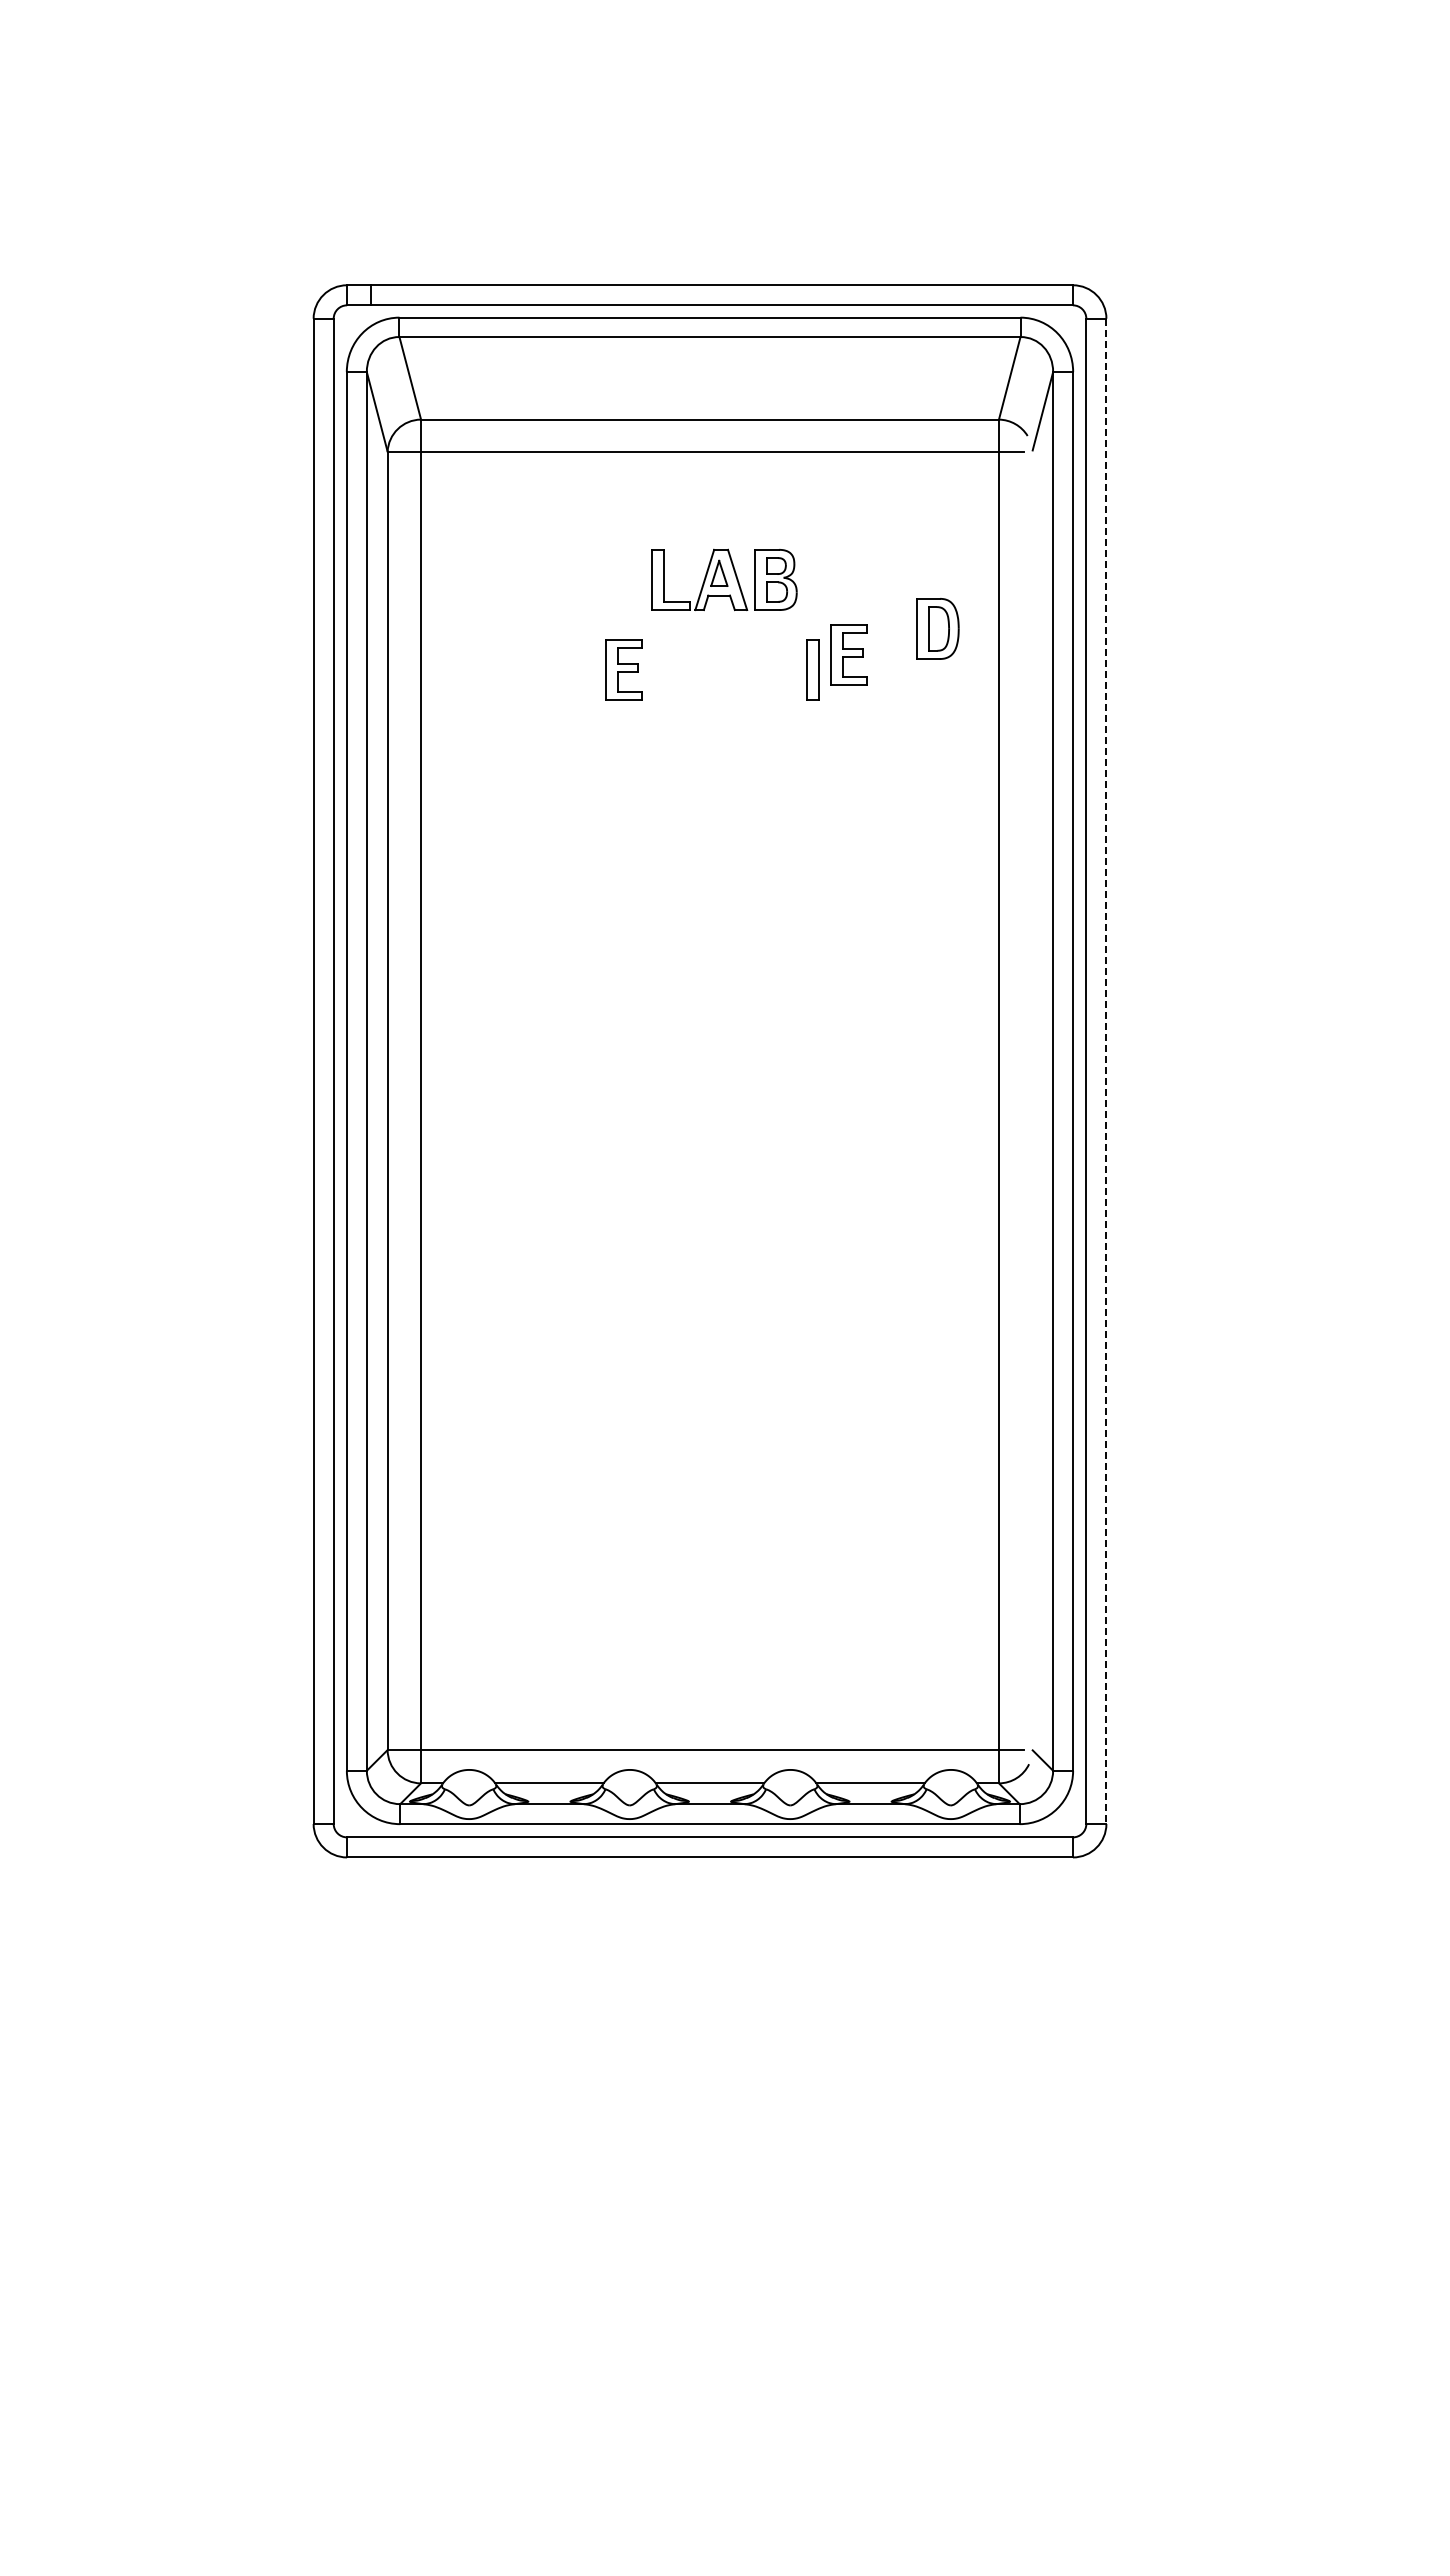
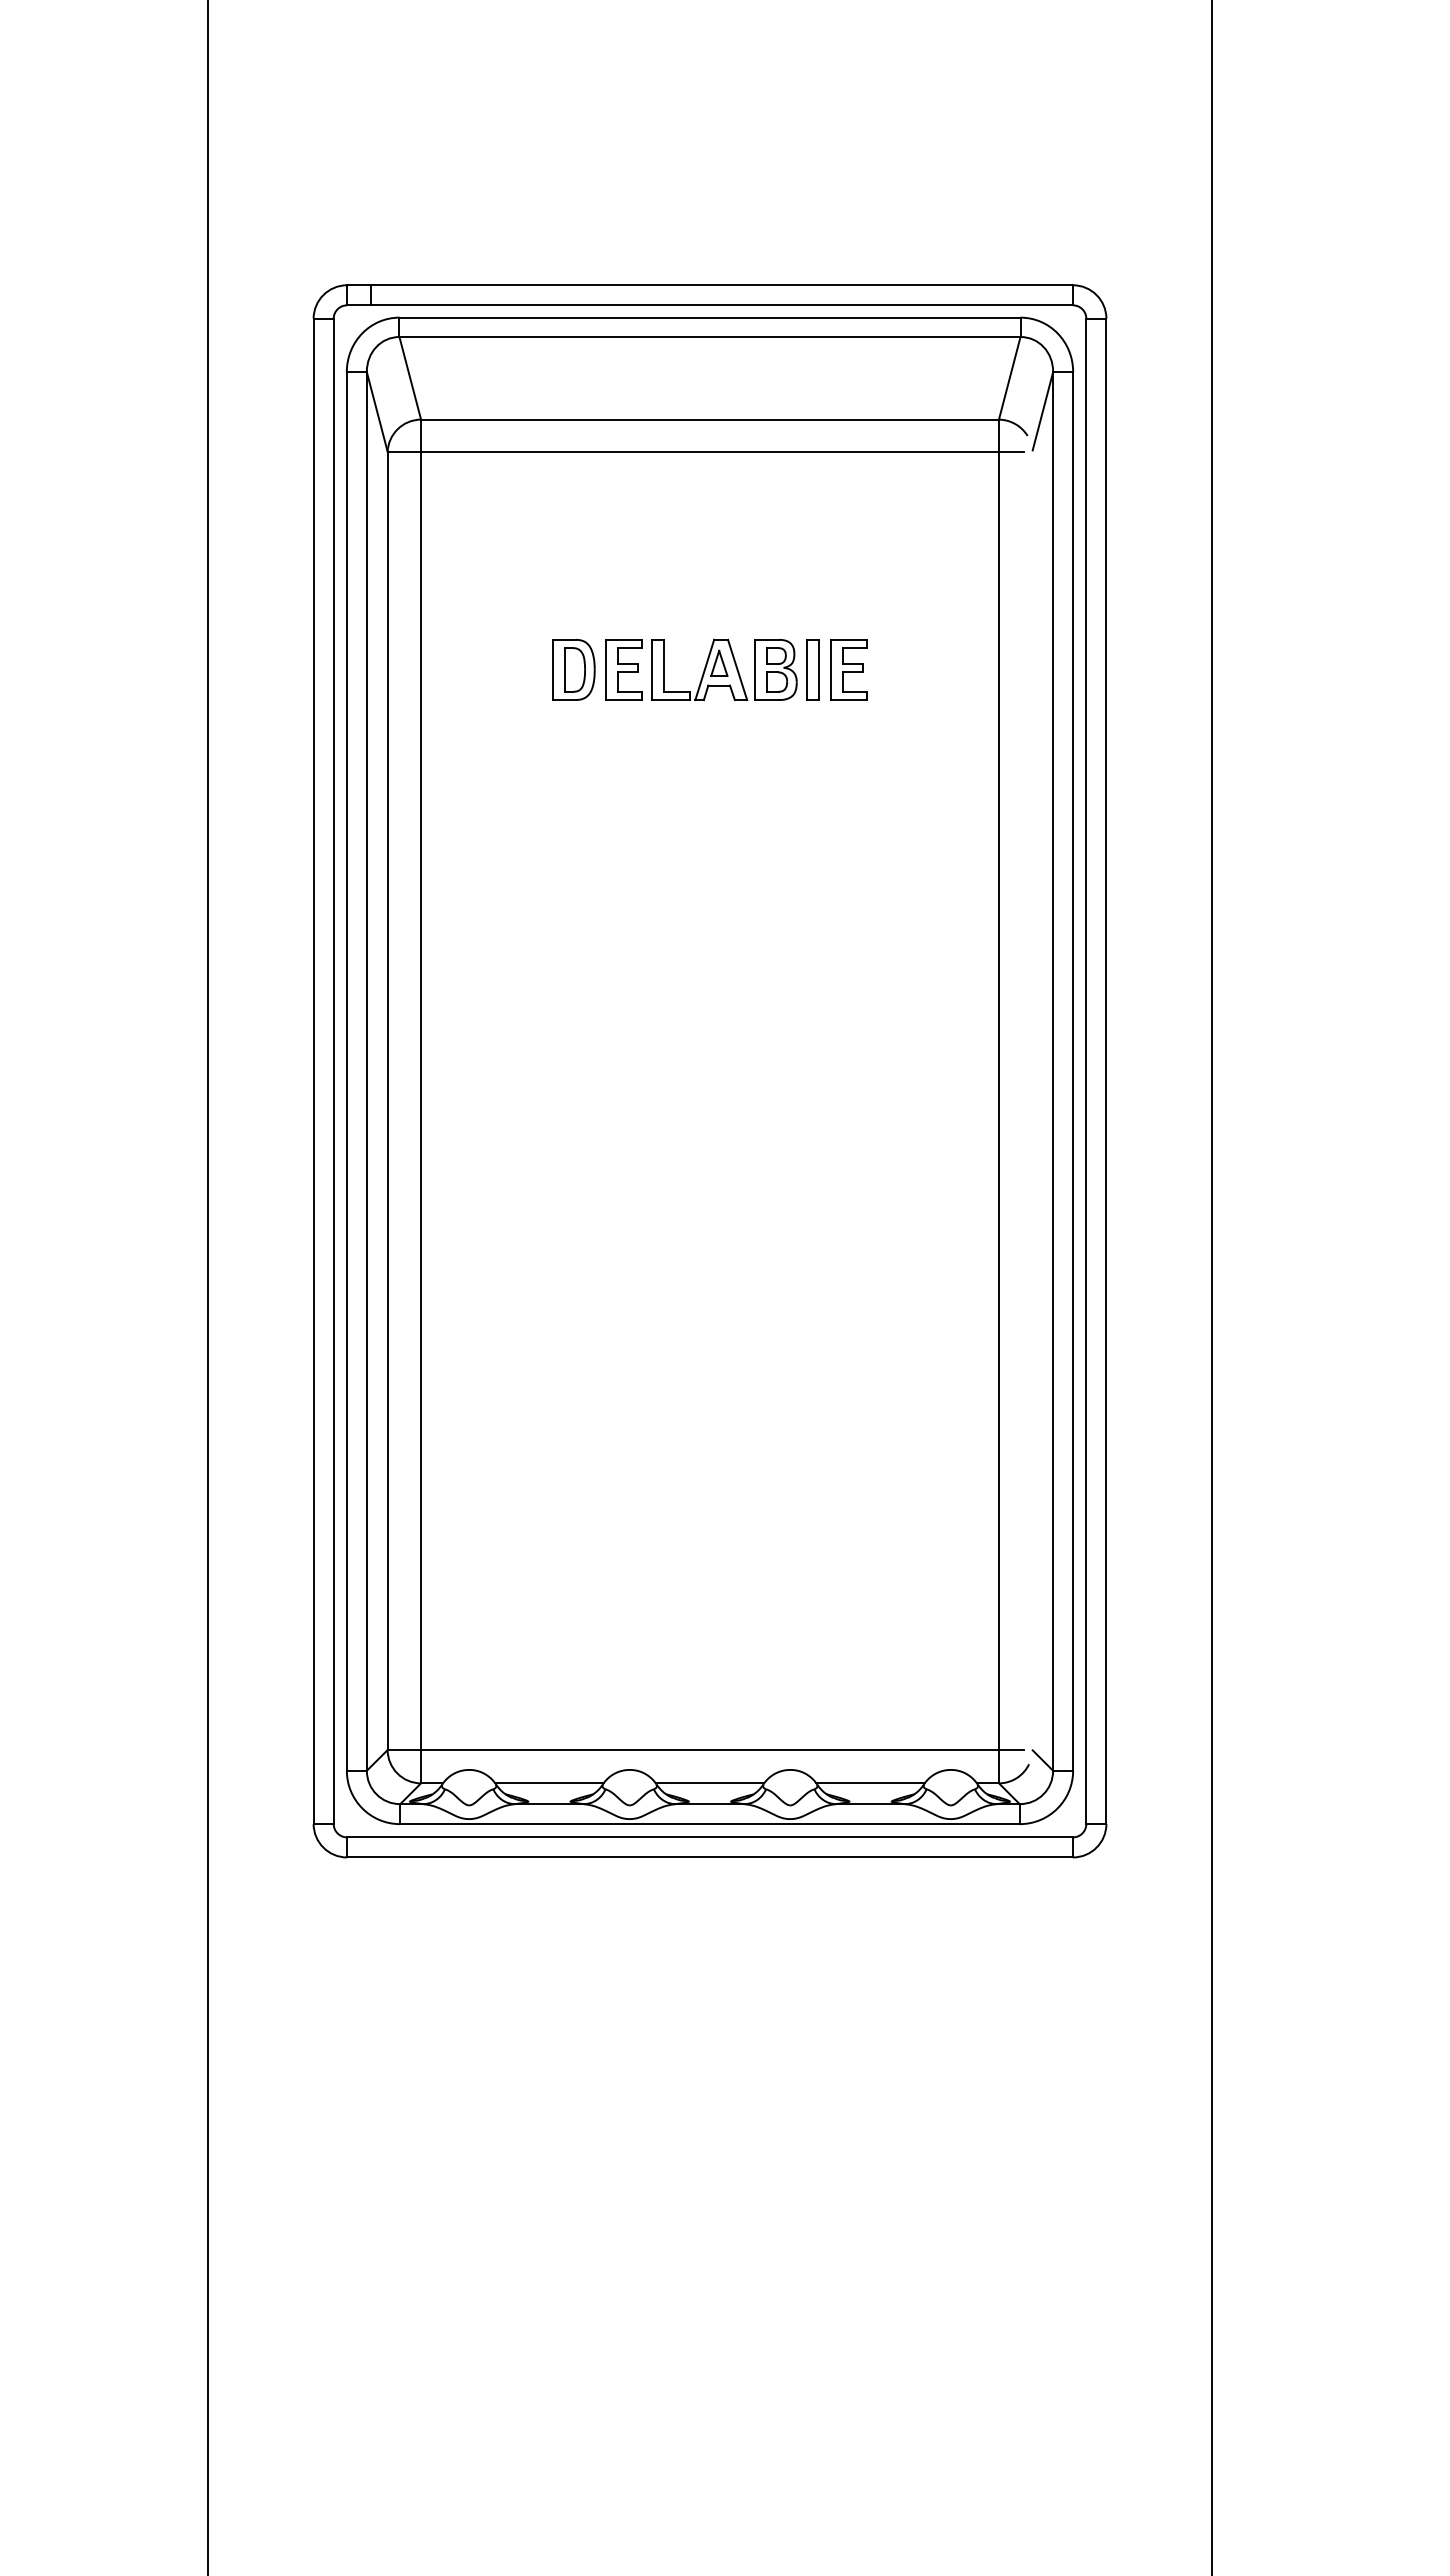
part at (724, 579) position: (724, 579) -> (724, 669)
part at (937, 628) position: (937, 628) -> (573, 669)
part at (848, 654) position: (848, 654) -> (848, 669)
line at (1106, 1071): dashed -> solid
line at (208, 1287): none -> present
line at (1211, 1287): none -> present
